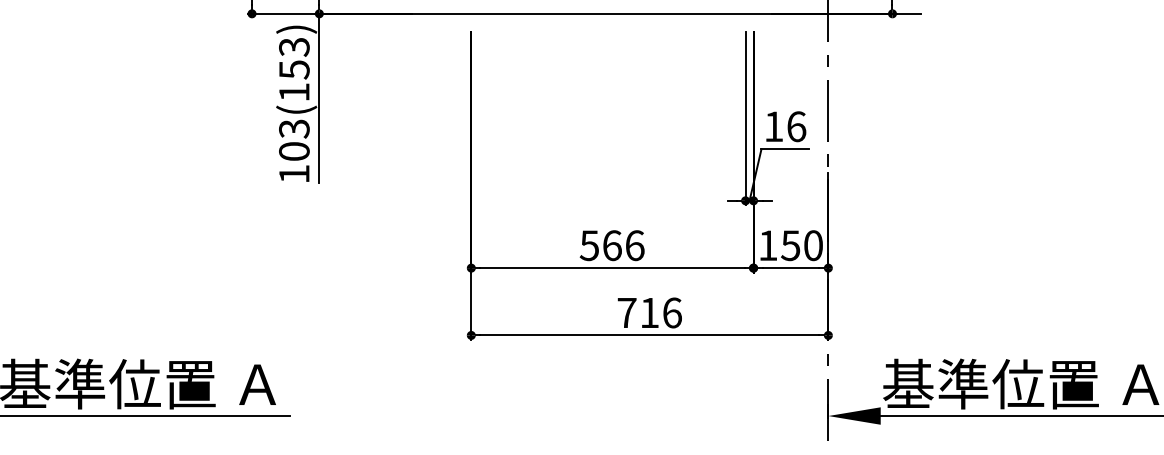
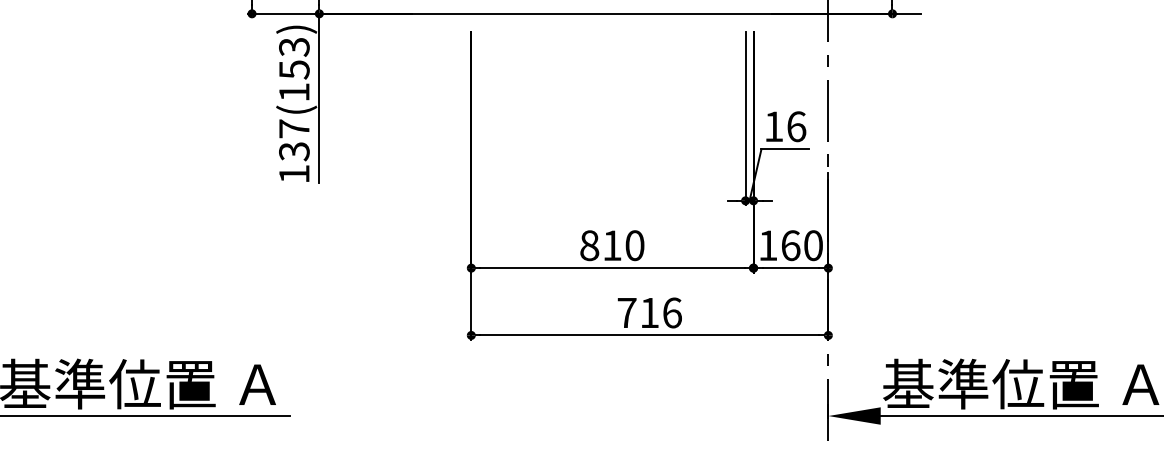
text at (294, 140): 103(153) -> 137(153)
text at (611, 245): 566 -> 810
text at (790, 245): 150 -> 160
